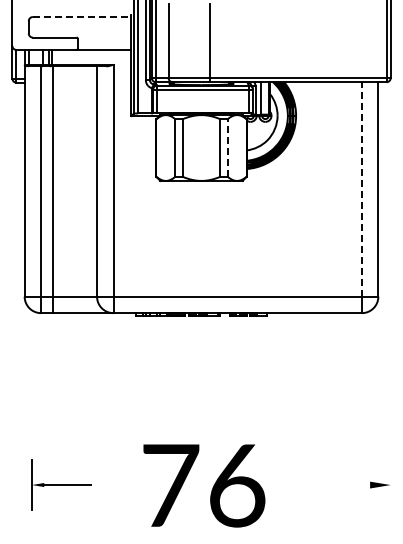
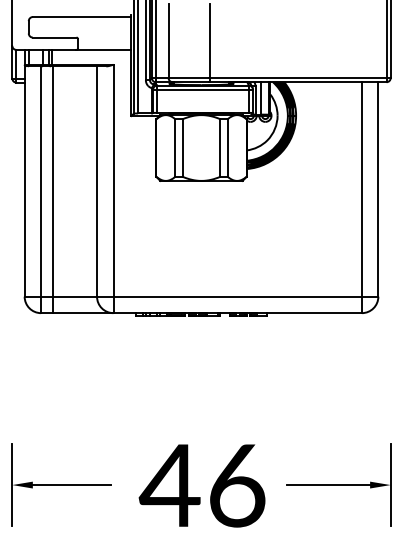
line at (82, 17): dashed -> solid
line at (227, 148): dashed -> solid
line at (361, 188): dashed -> solid
part at (61, 484) size: 61x52 px -> 101x84 px
line at (390, 484): none -> present
text at (169, 485): 76 -> 46
line at (328, 485): none -> present
